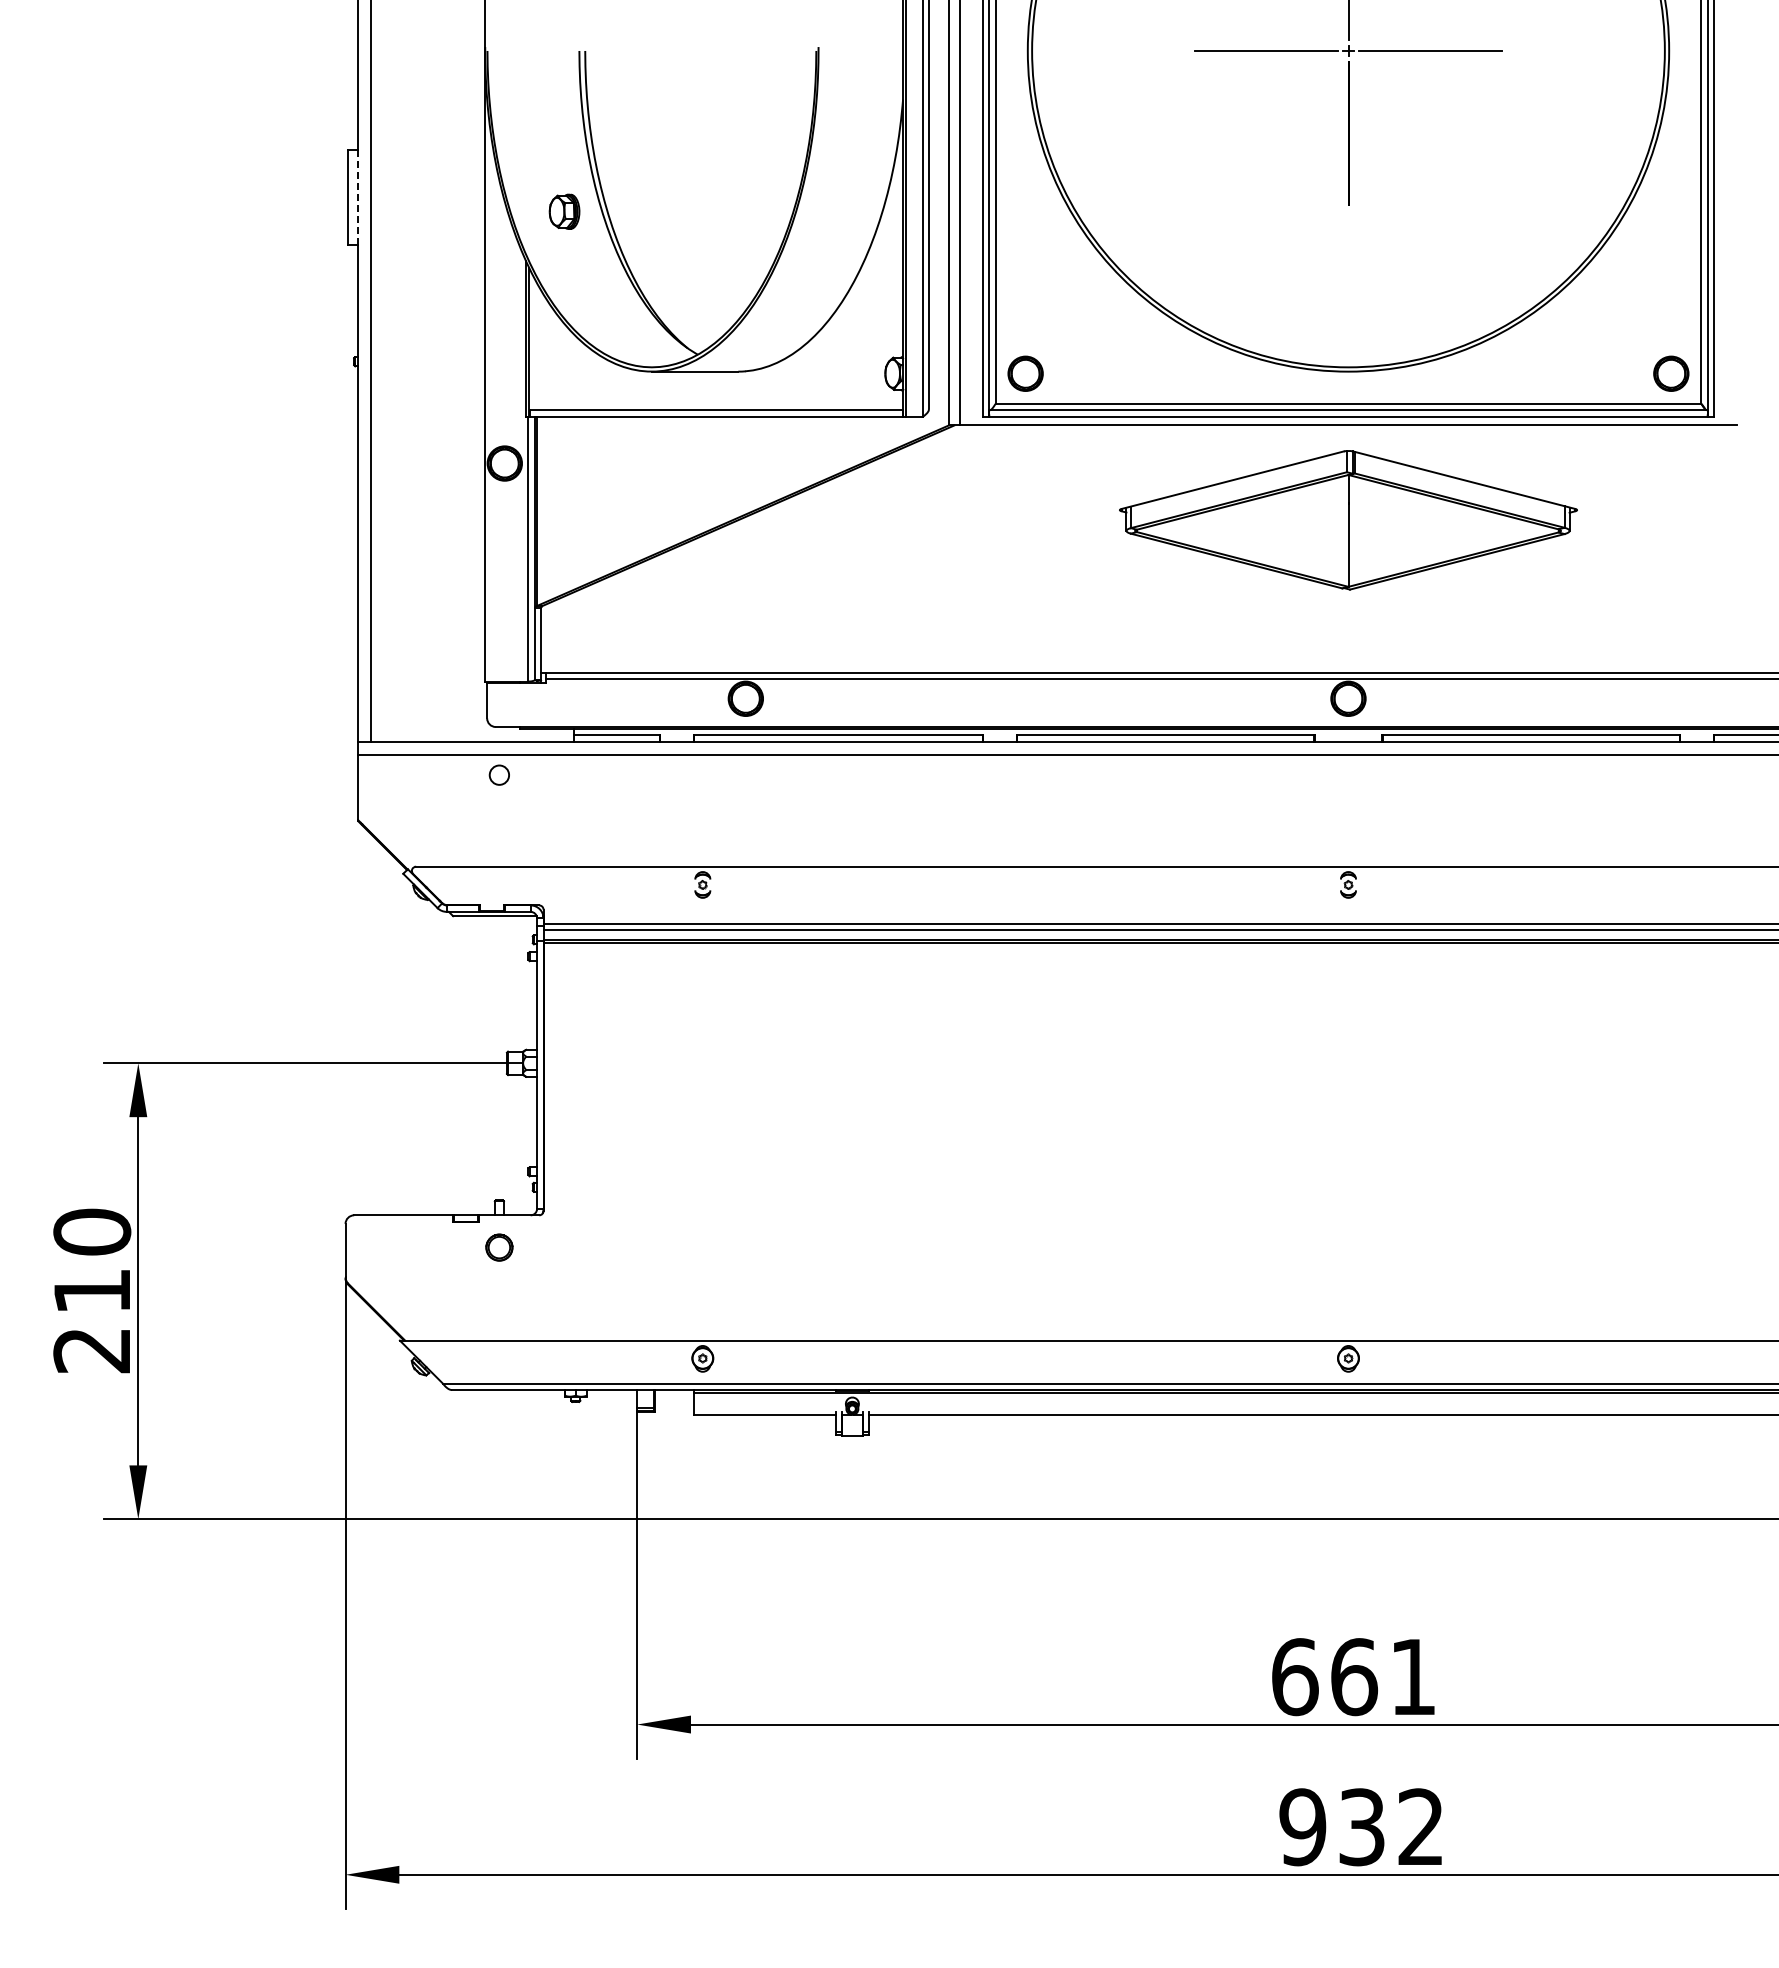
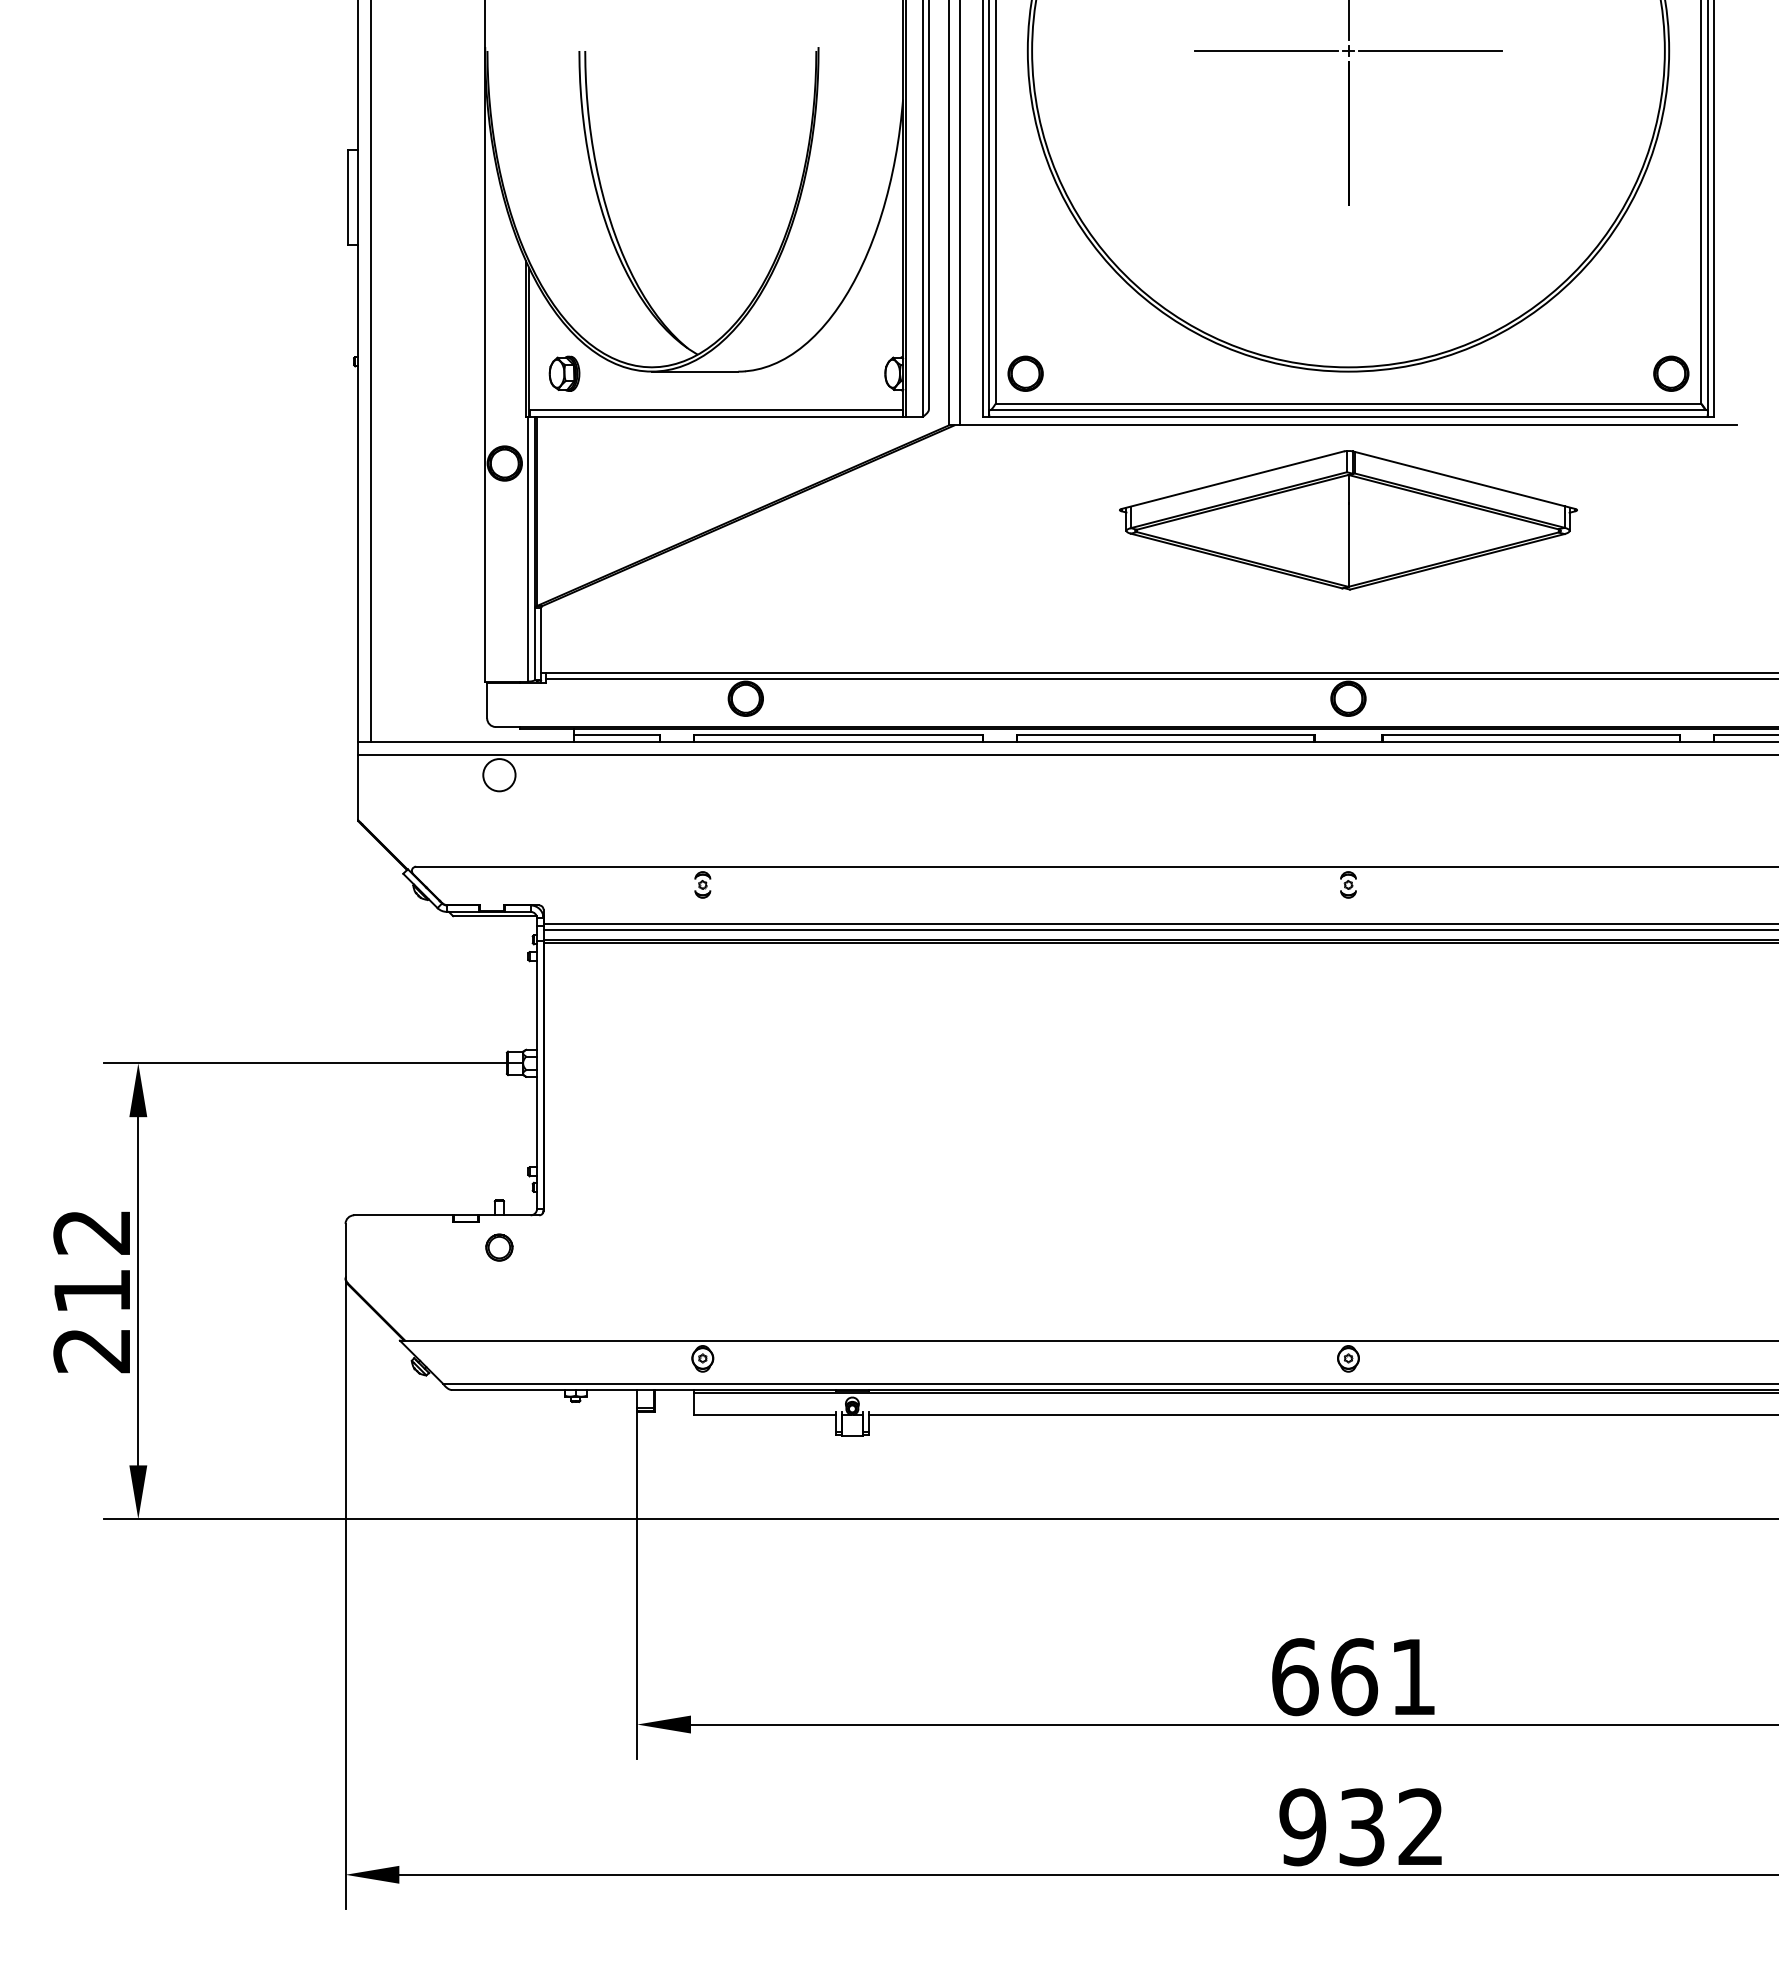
line at (358, 196): dashed -> solid
part at (564, 211) position: (564, 211) -> (564, 373)
circle at (499, 774) diameter: 19 px -> 32 px
text at (92, 1231): 210 -> 212
